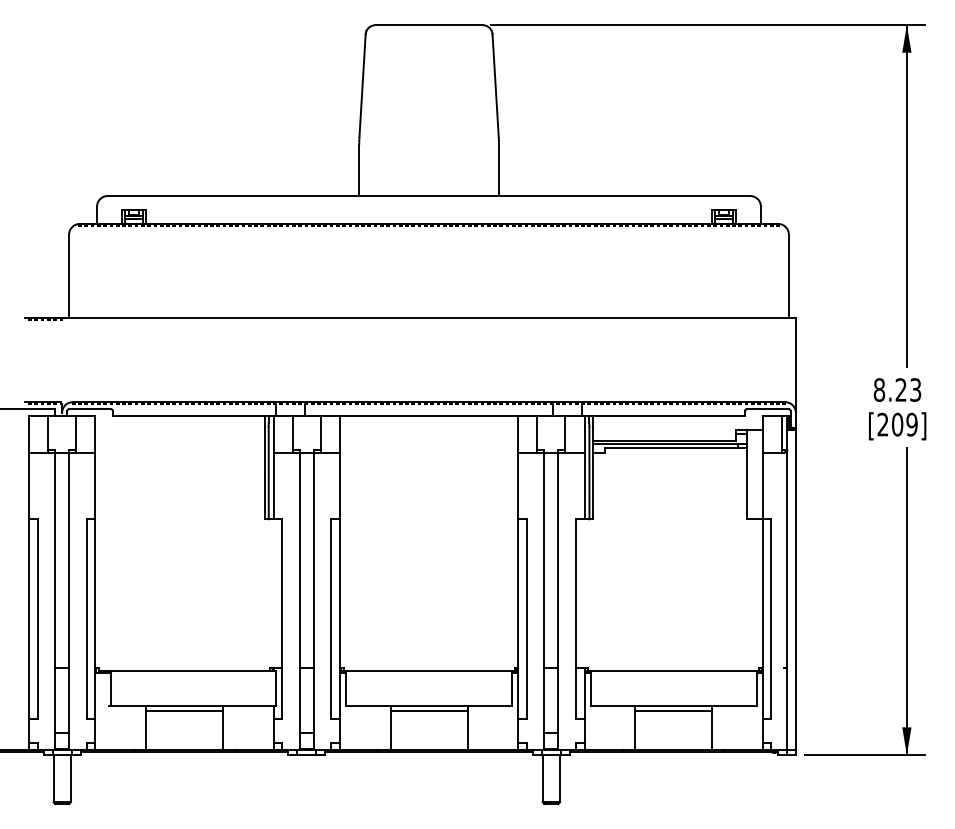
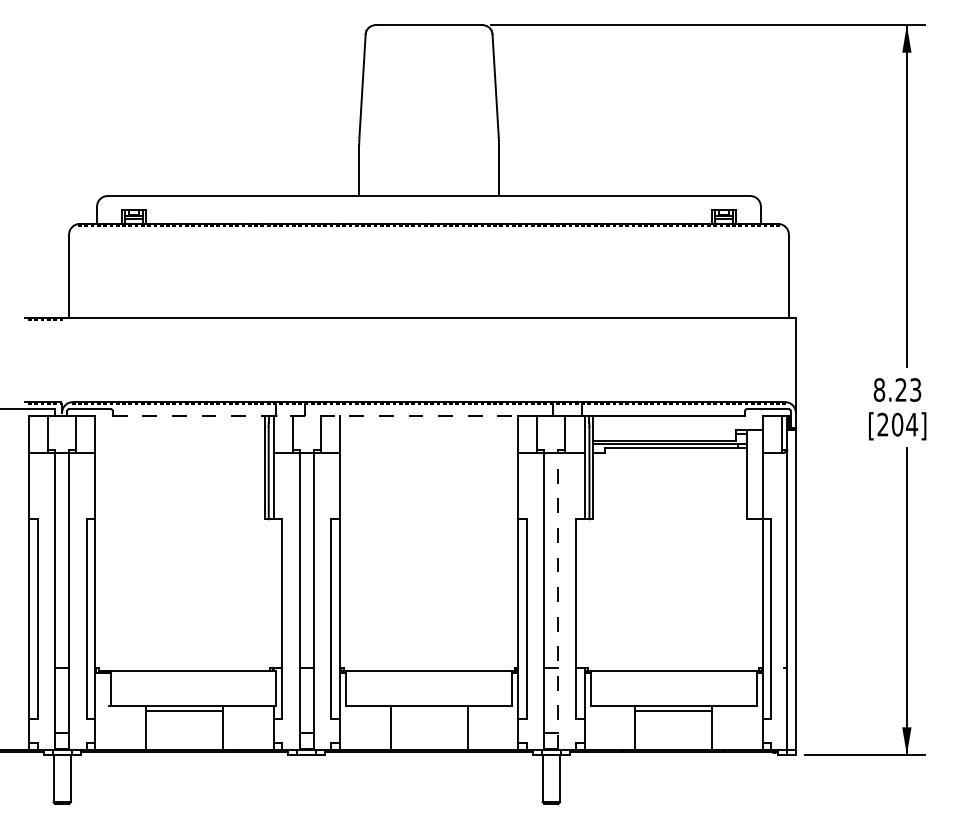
line at (315, 416): solid -> dashed
text at (912, 424): [209] -> [204]
line at (558, 600): solid -> dashed
line at (428, 711): present -> none
